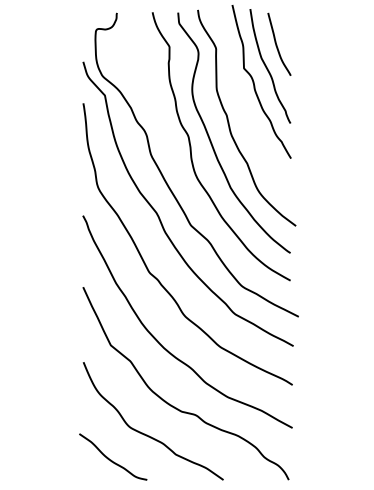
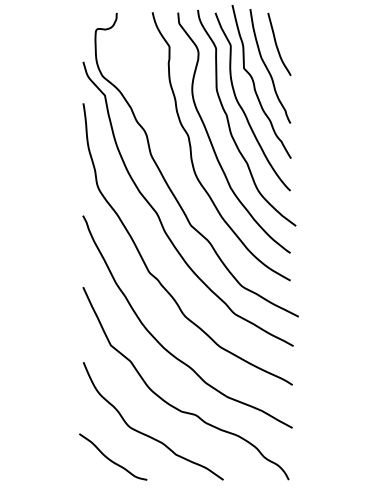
curve at (242, 107): none -> present
